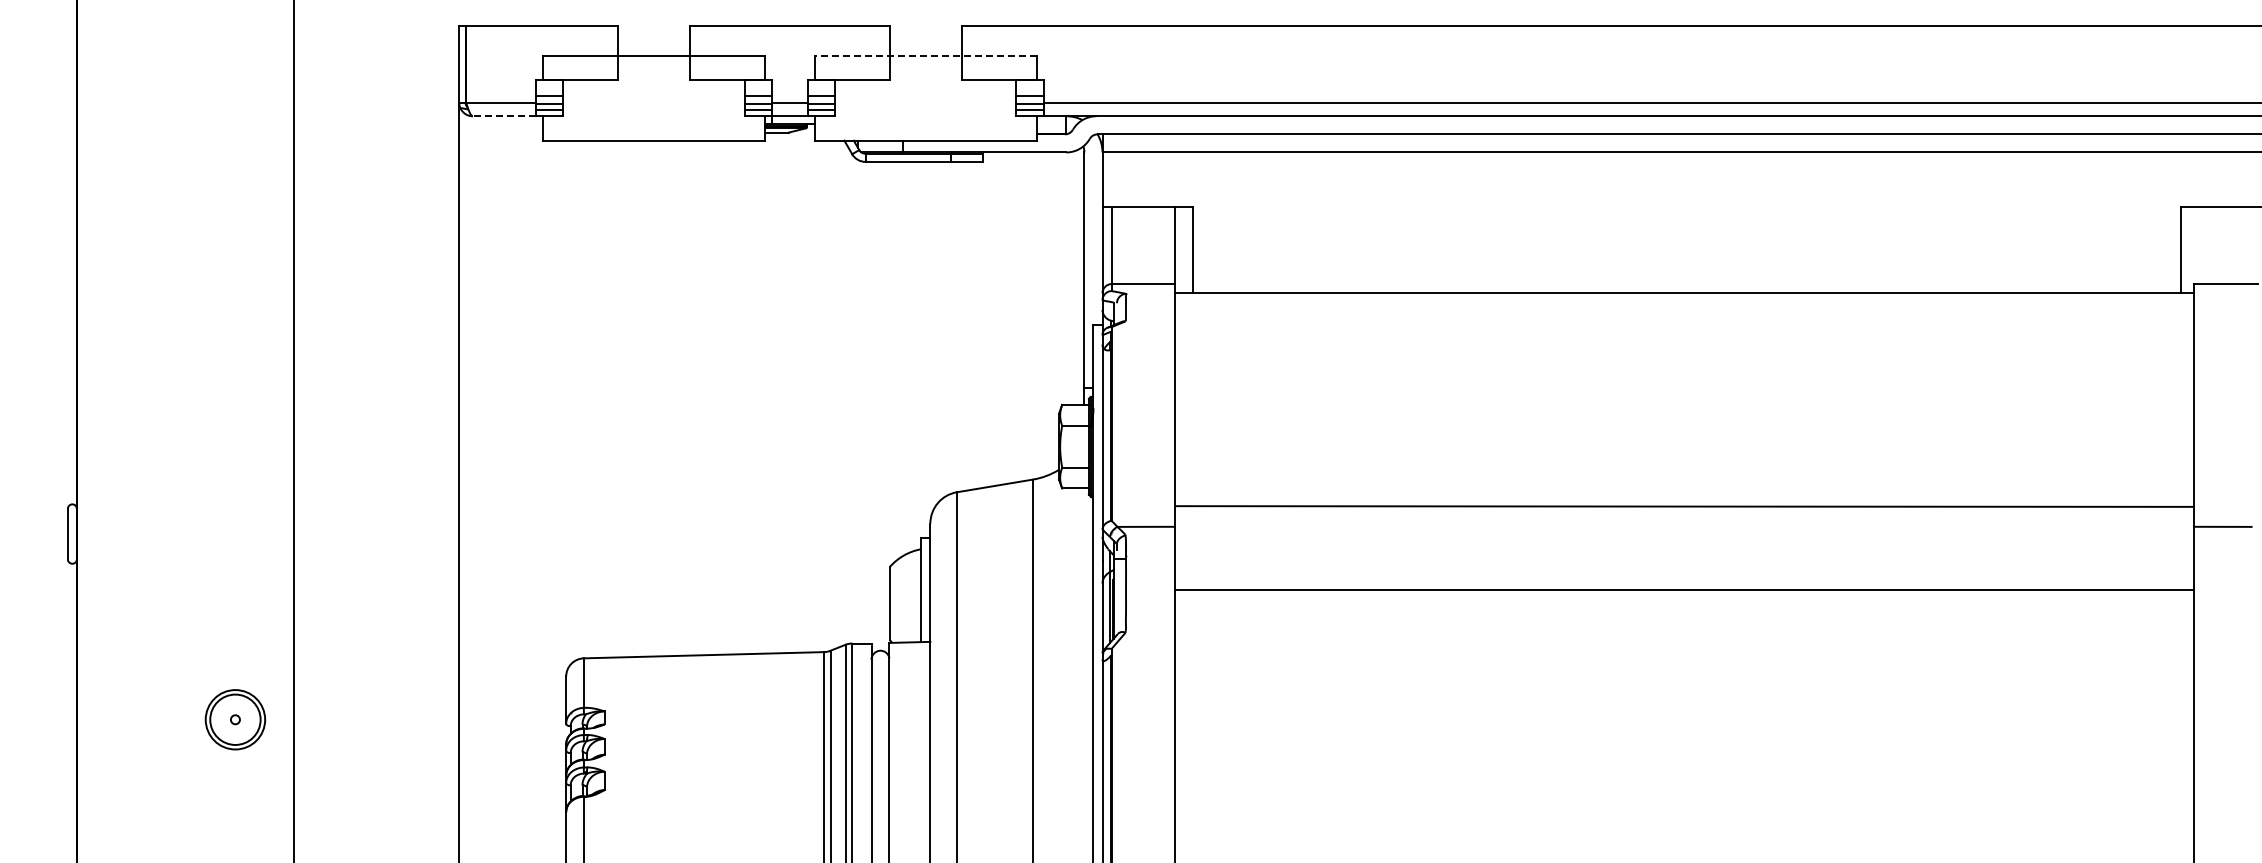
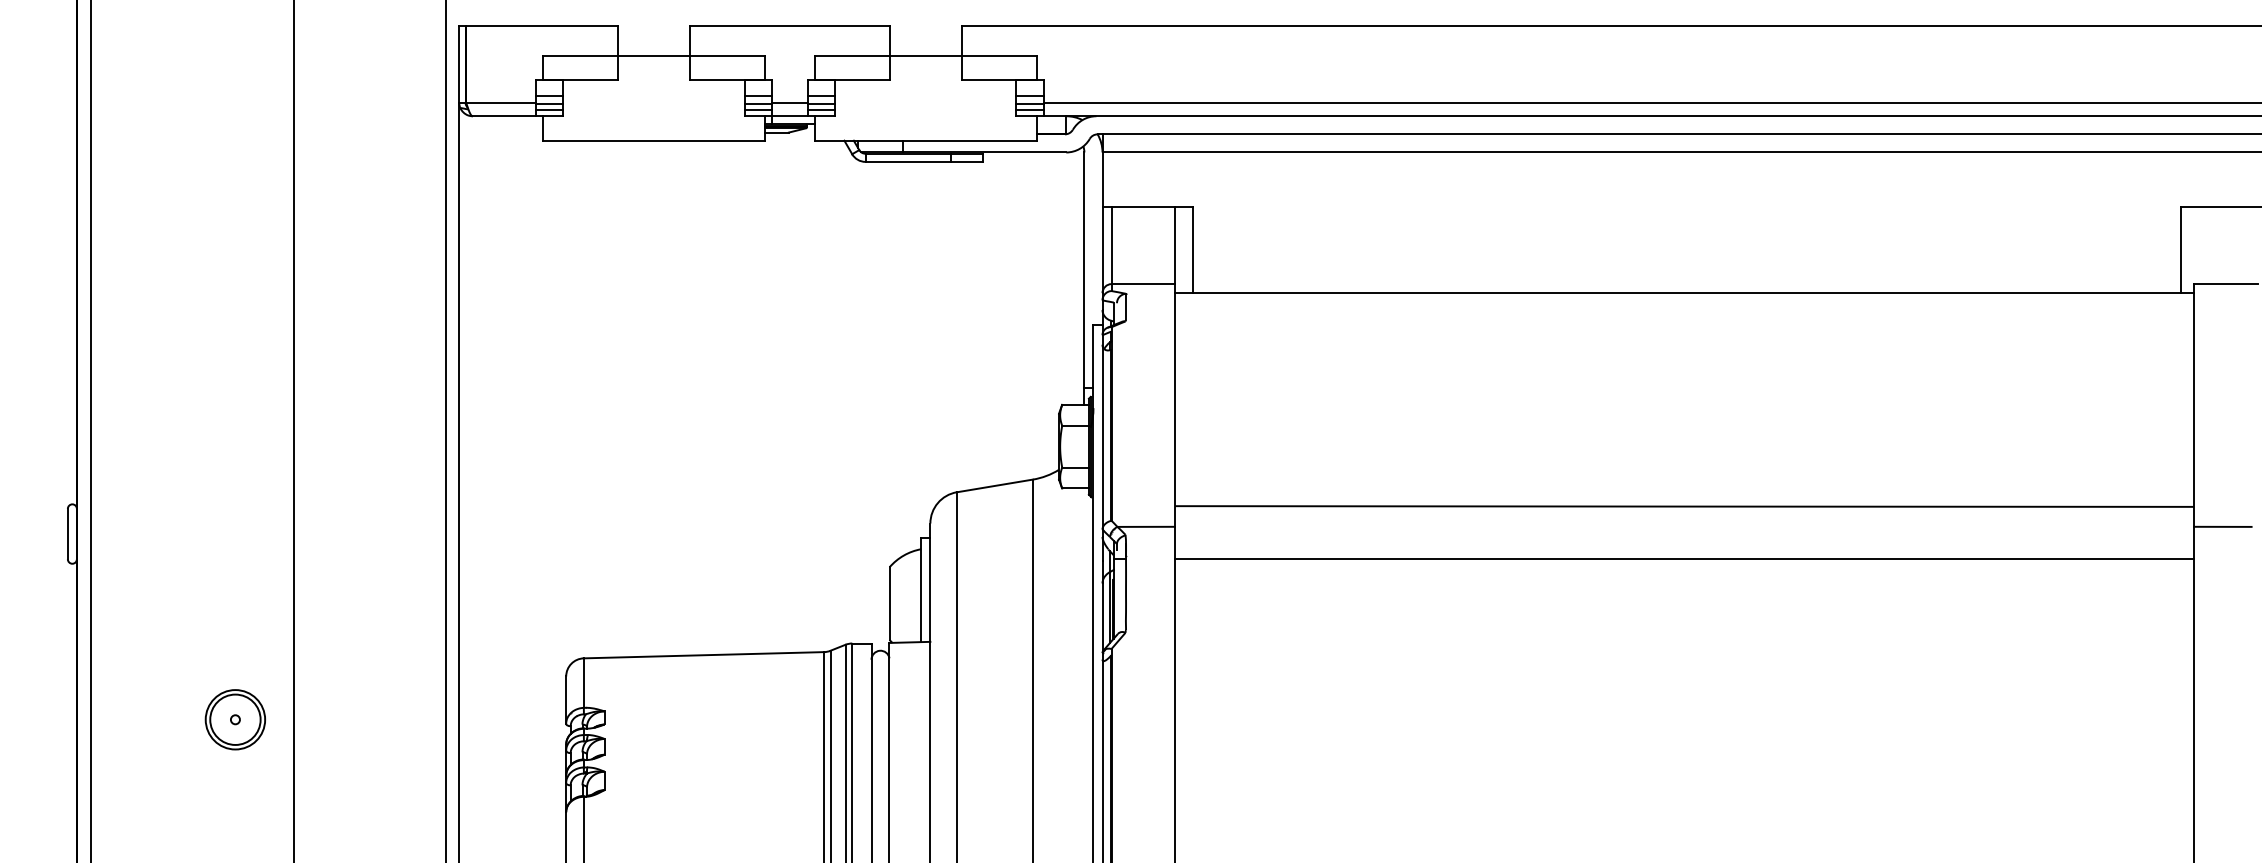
line at (925, 55): dashed -> solid
line at (504, 116): dashed -> solid
line at (90, 430): none -> present
line at (445, 430): none -> present
line at (1684, 590) position: (1684, 590) -> (1684, 559)
